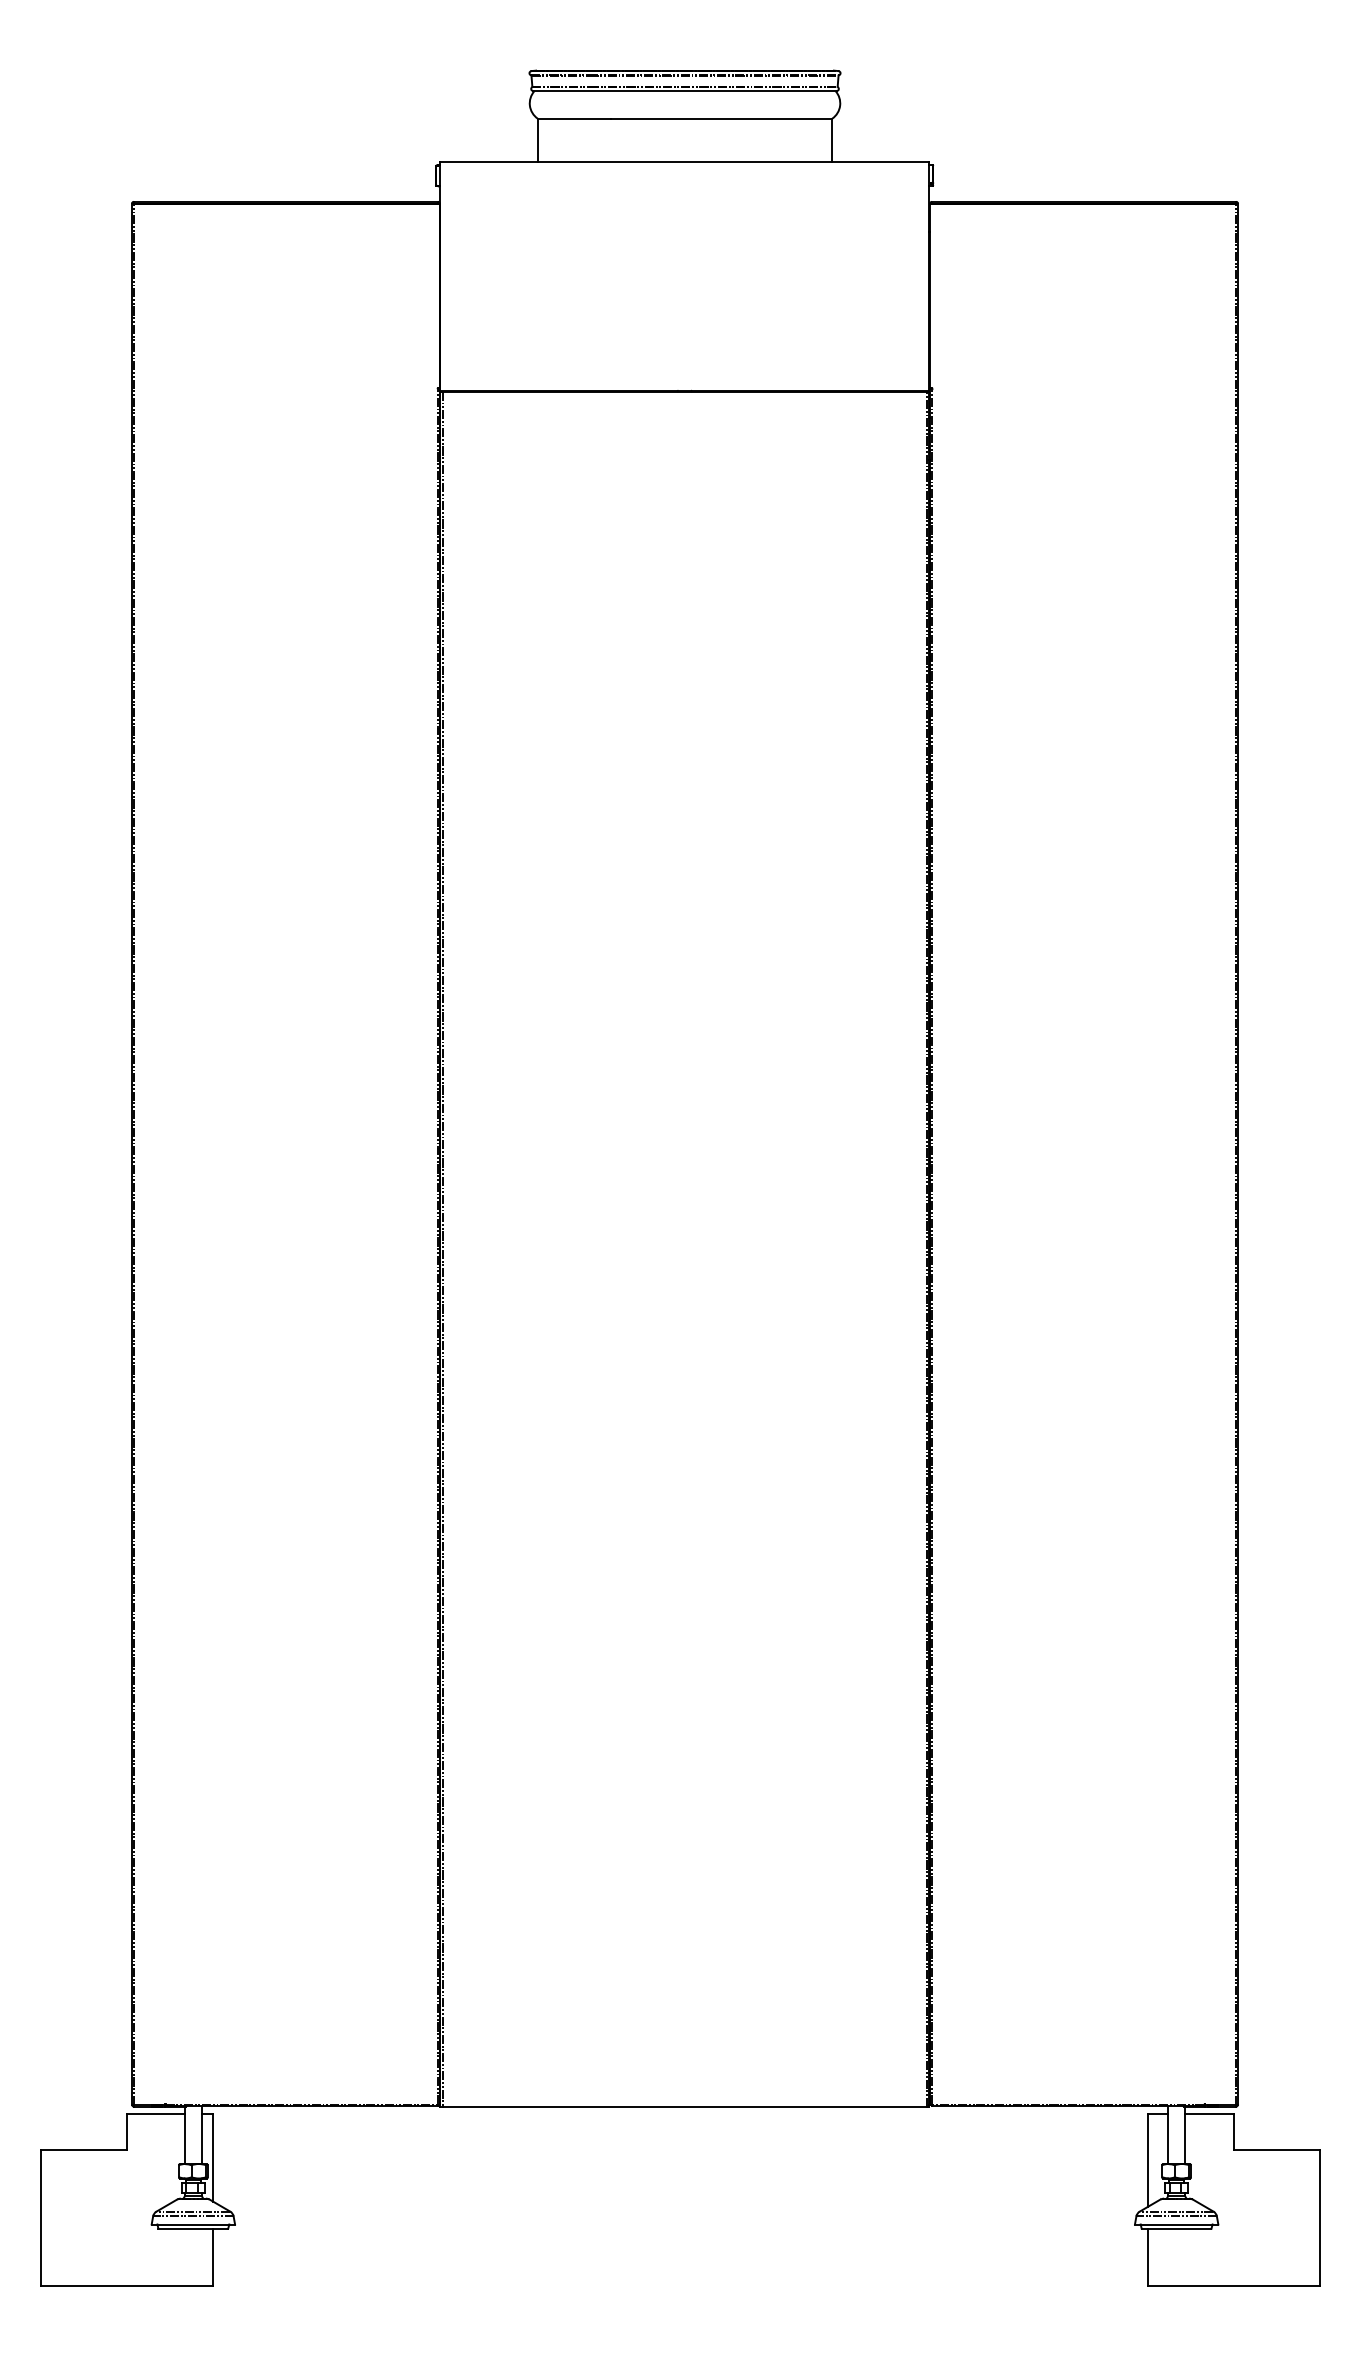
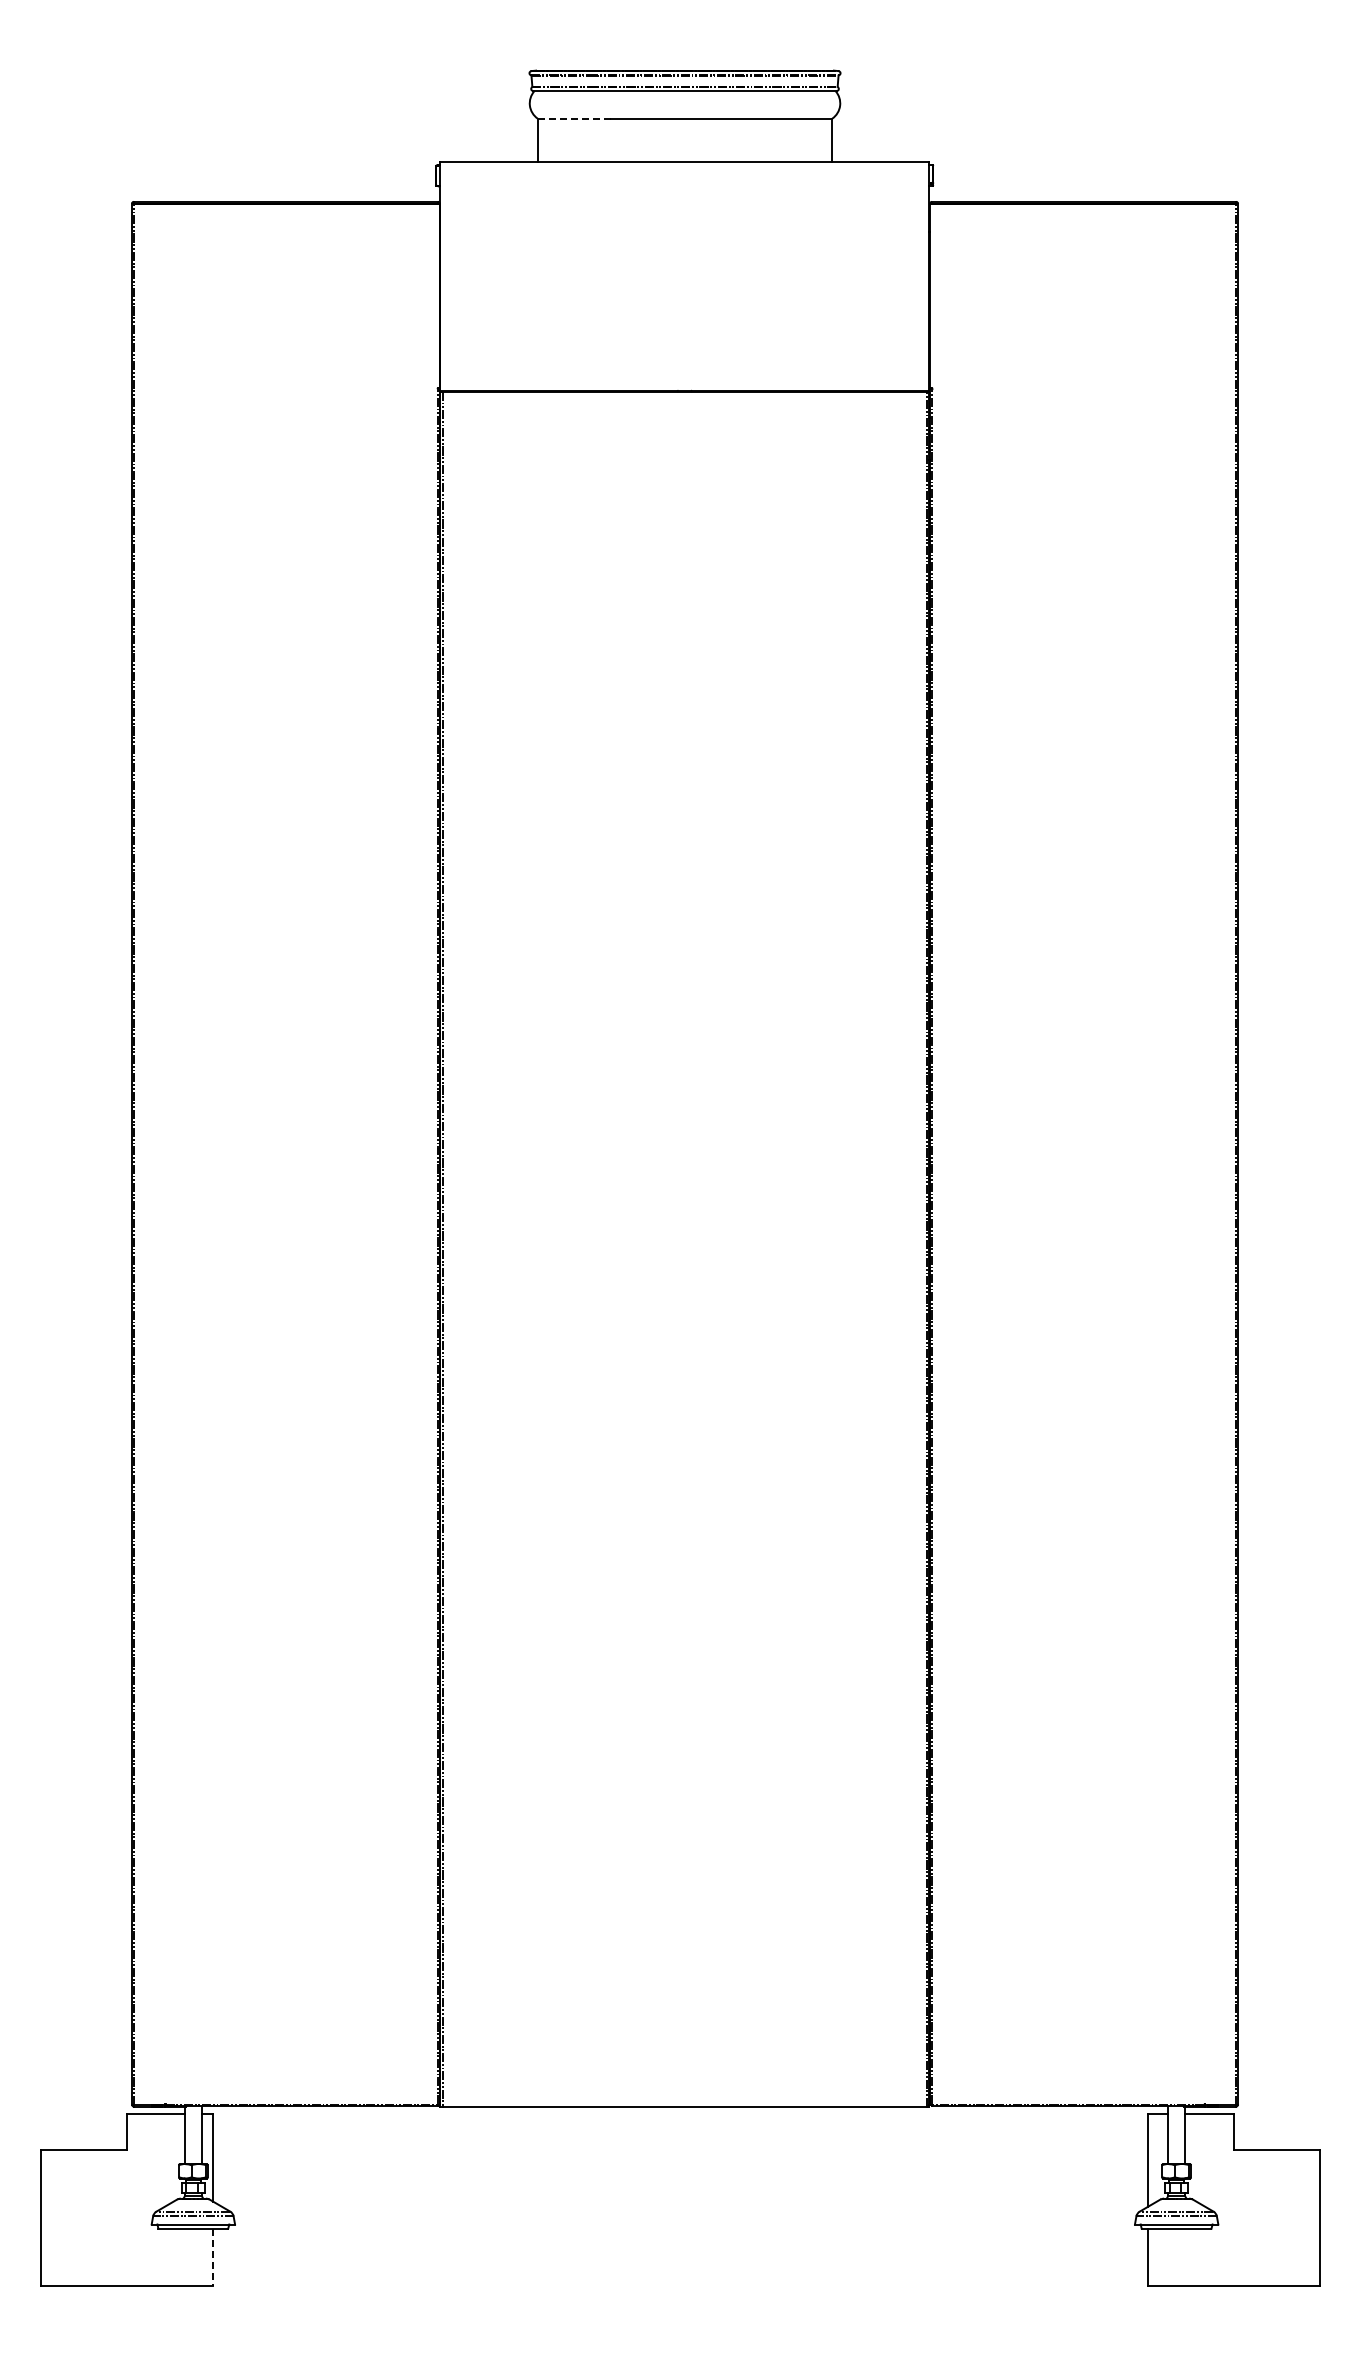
line at (574, 118): solid -> dashed
line at (213, 2257): solid -> dashed
